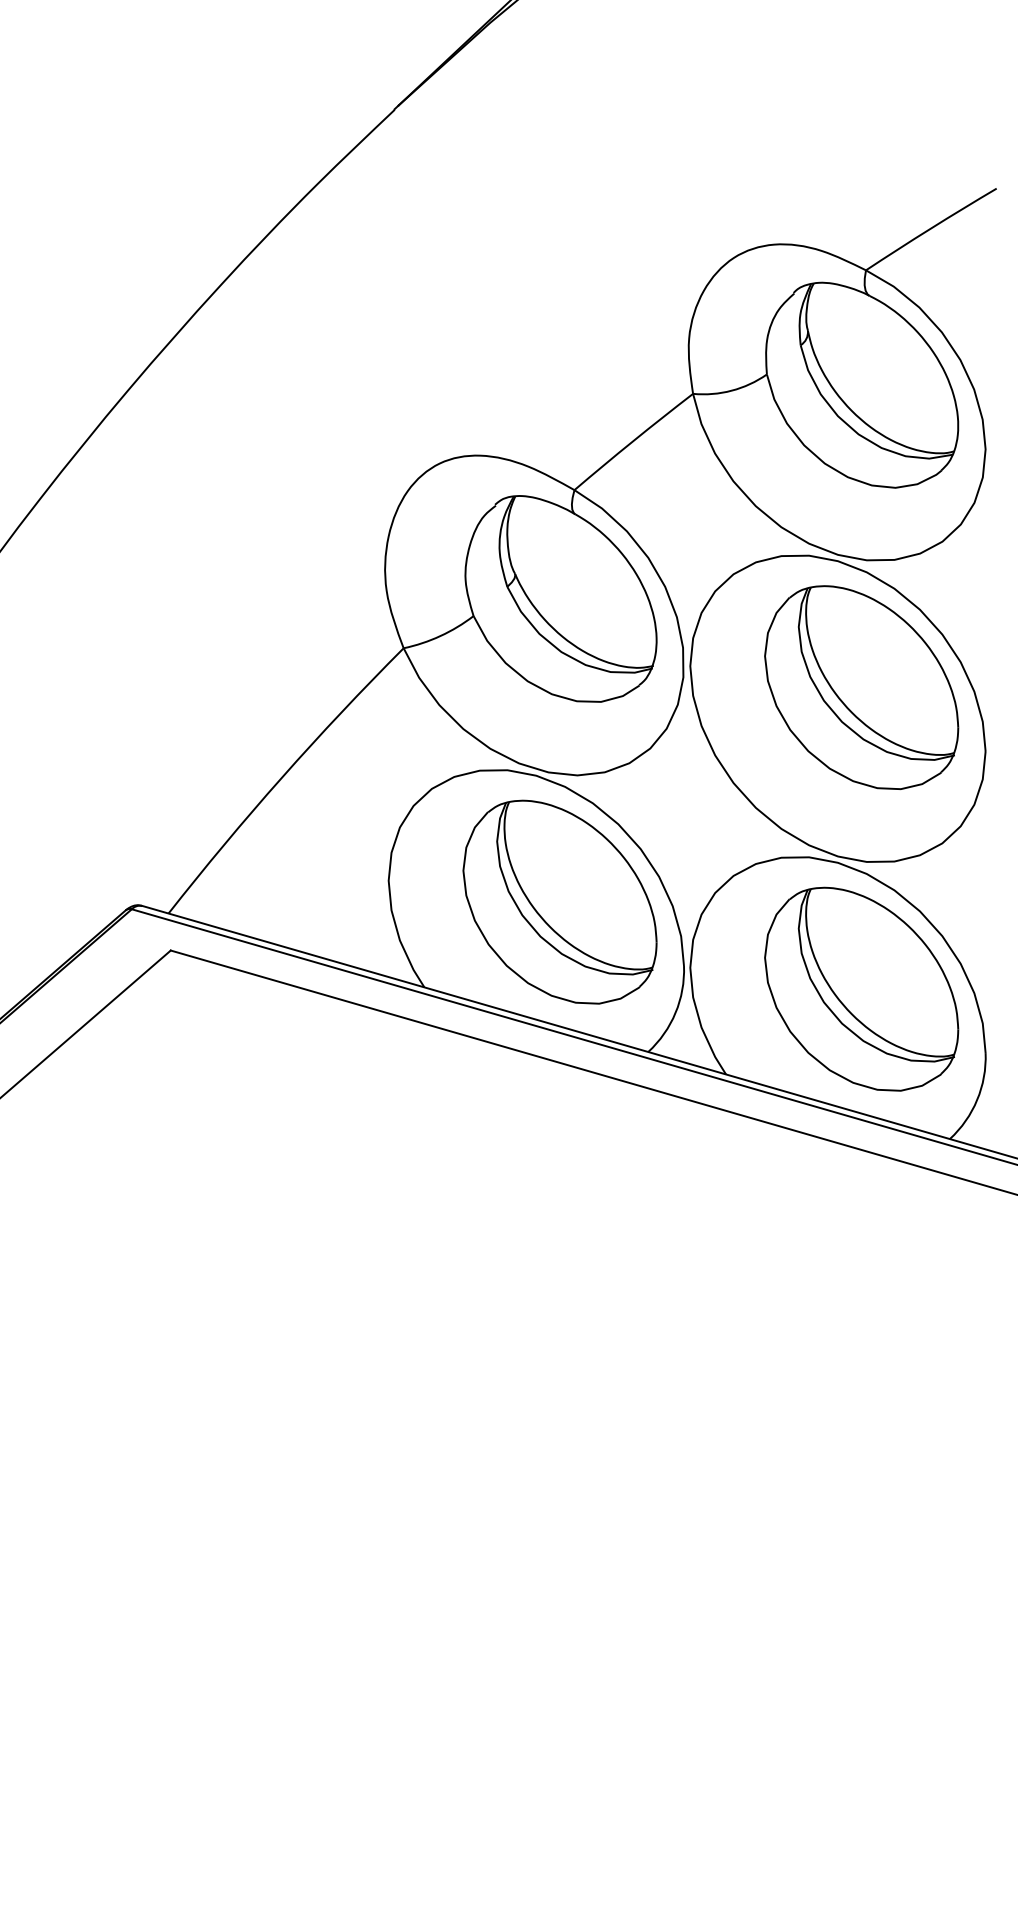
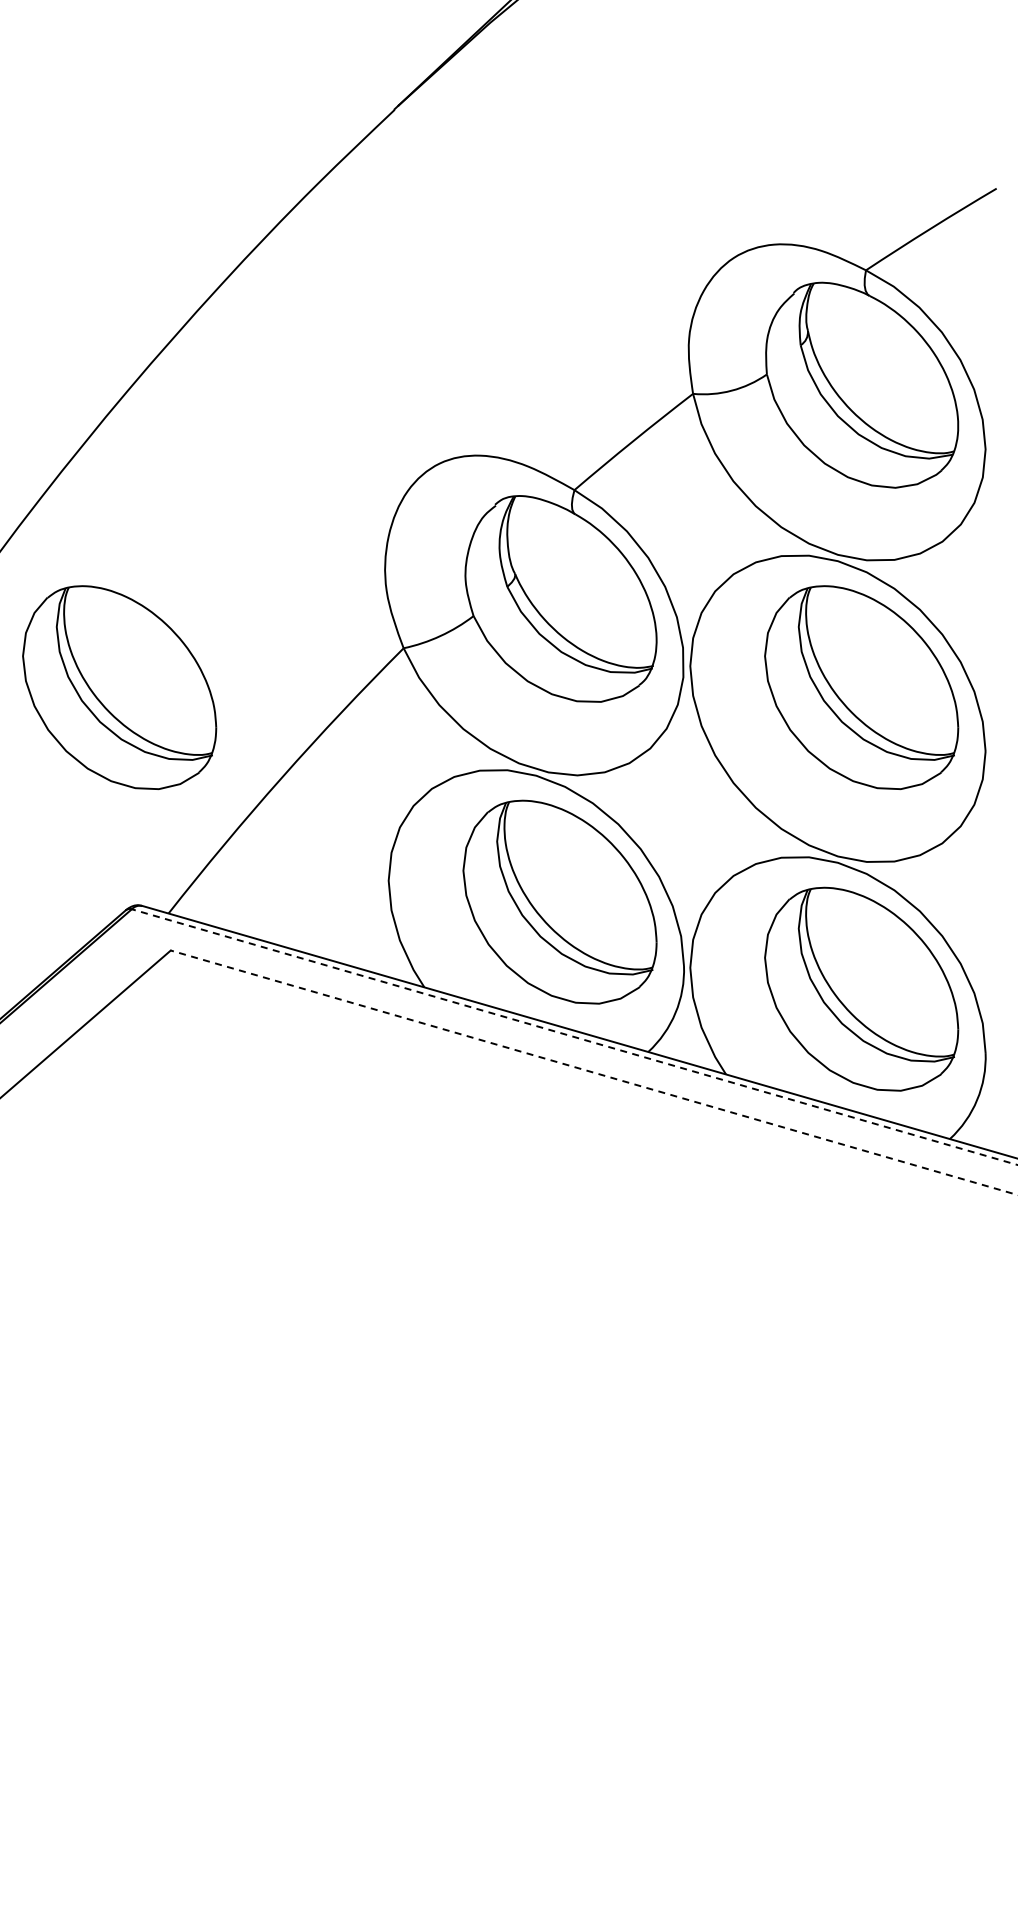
part at (119, 687): none -> present
line at (574, 1037): solid -> dashed
line at (593, 1072): solid -> dashed
